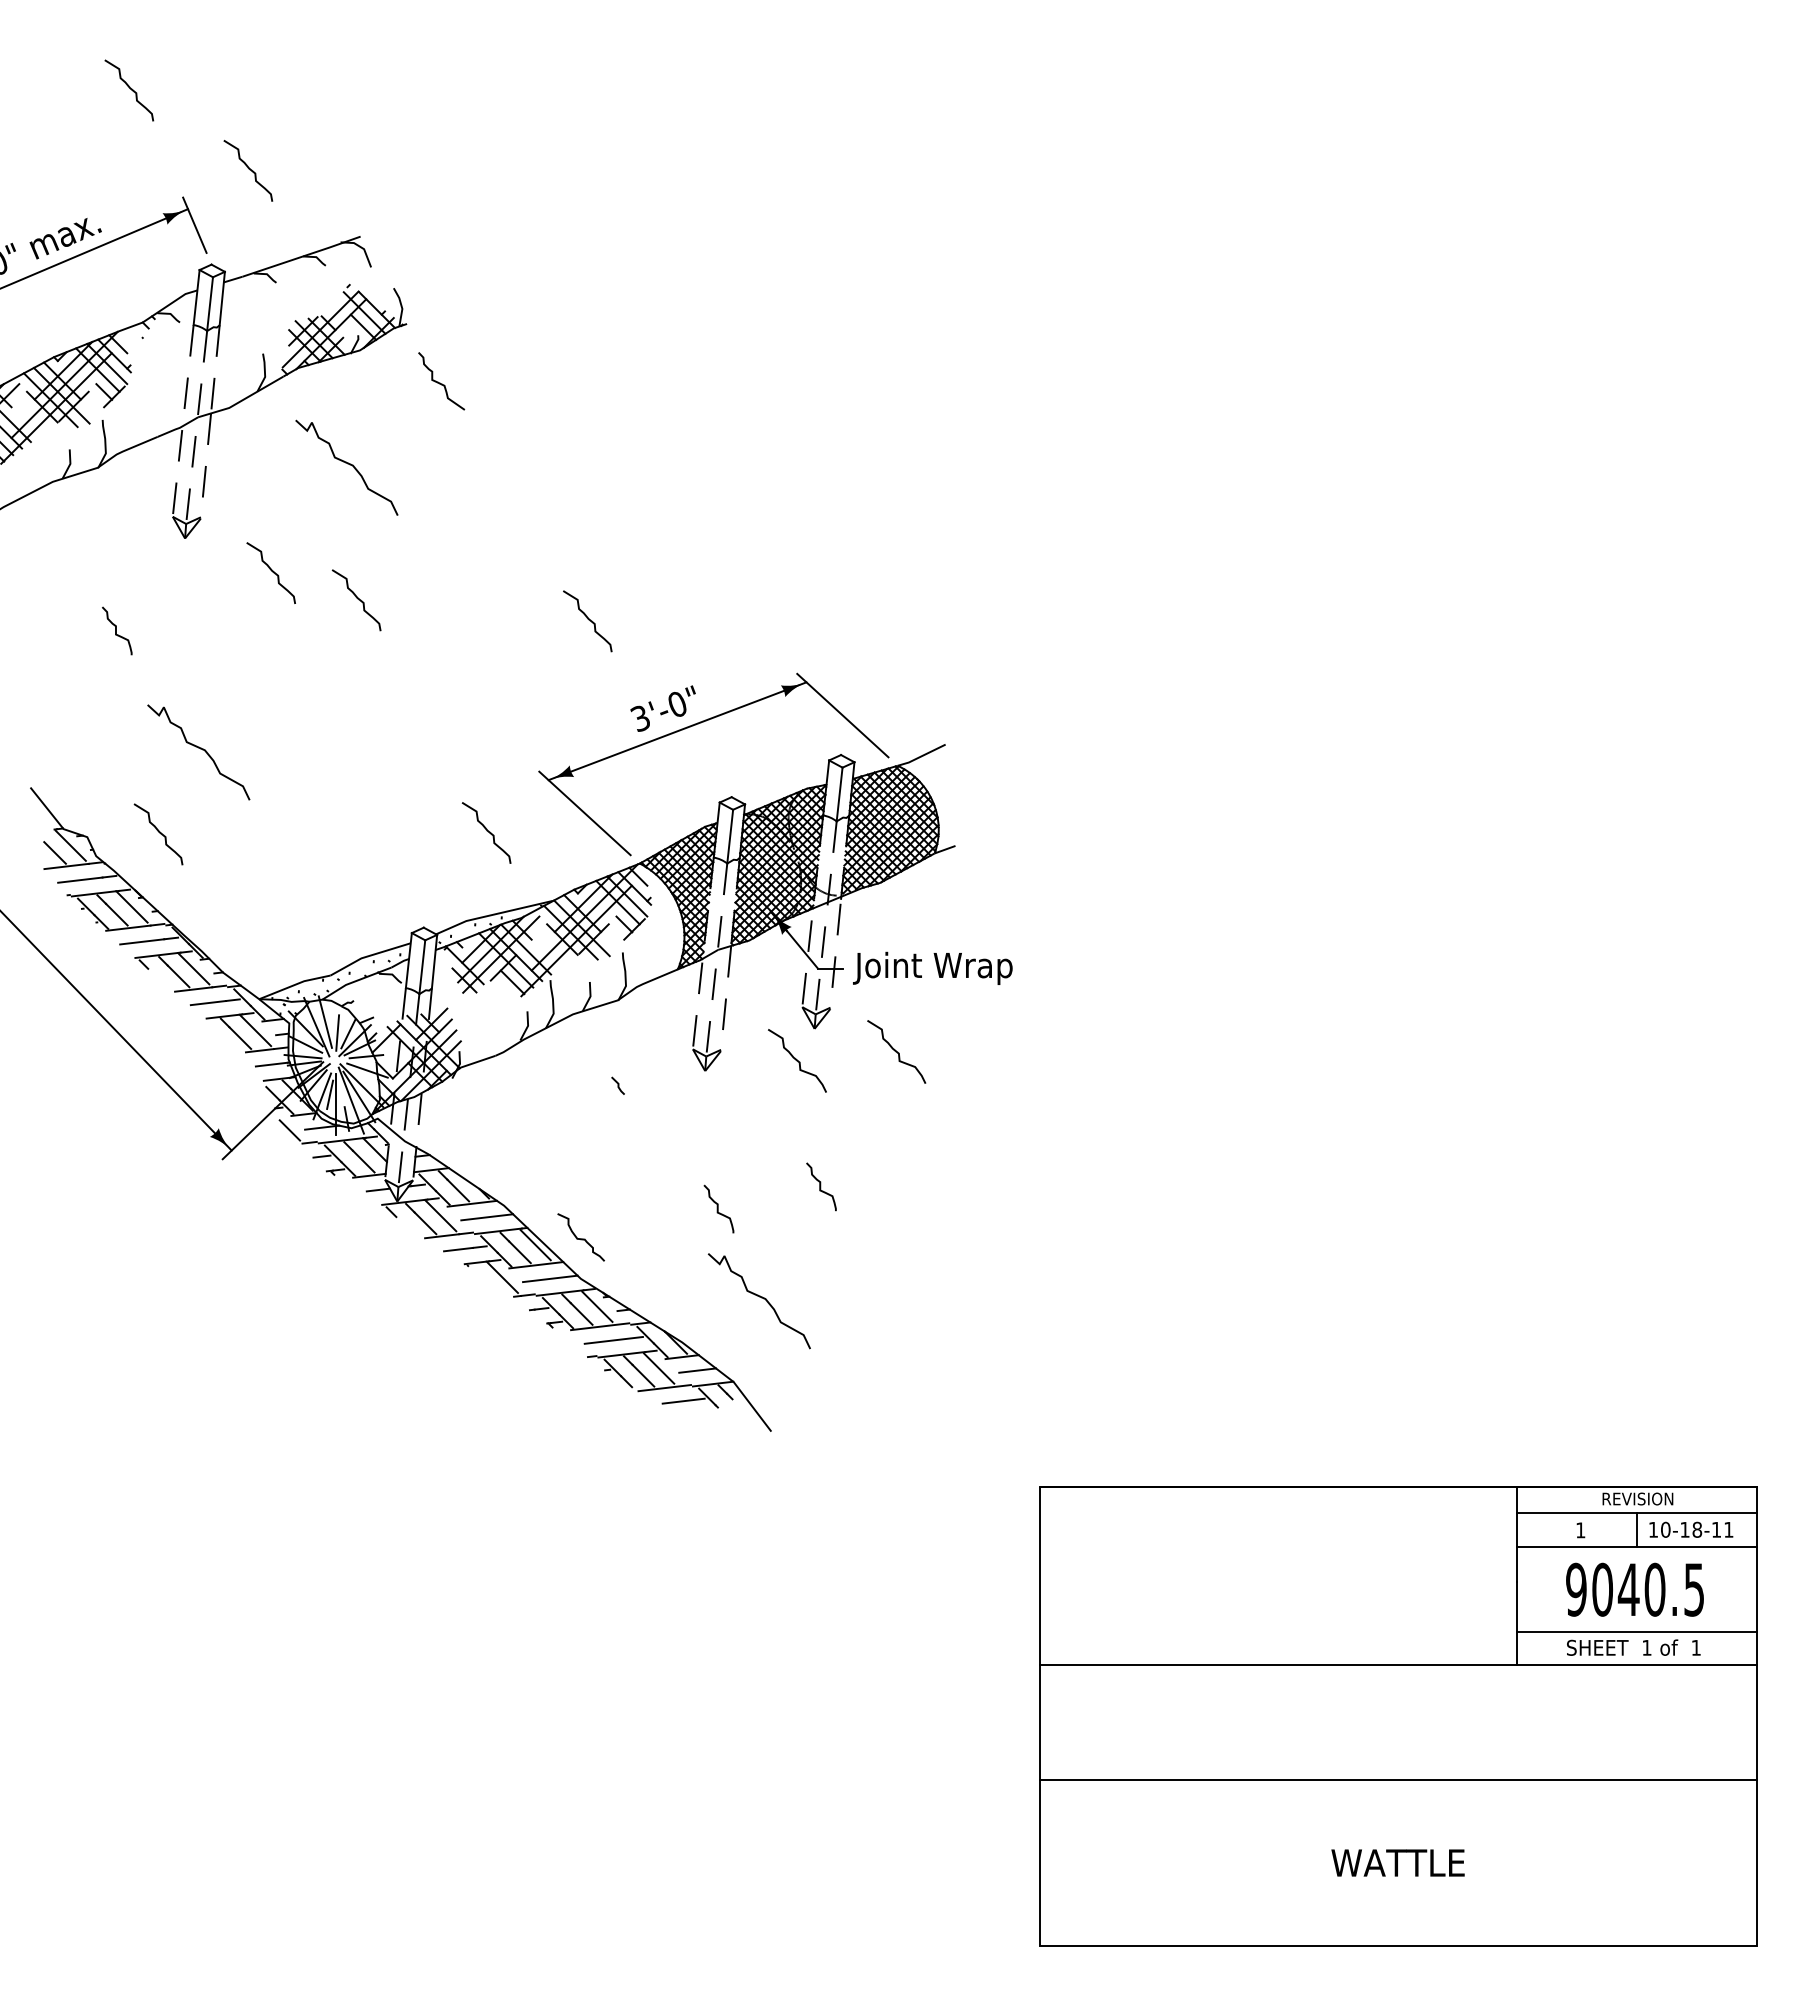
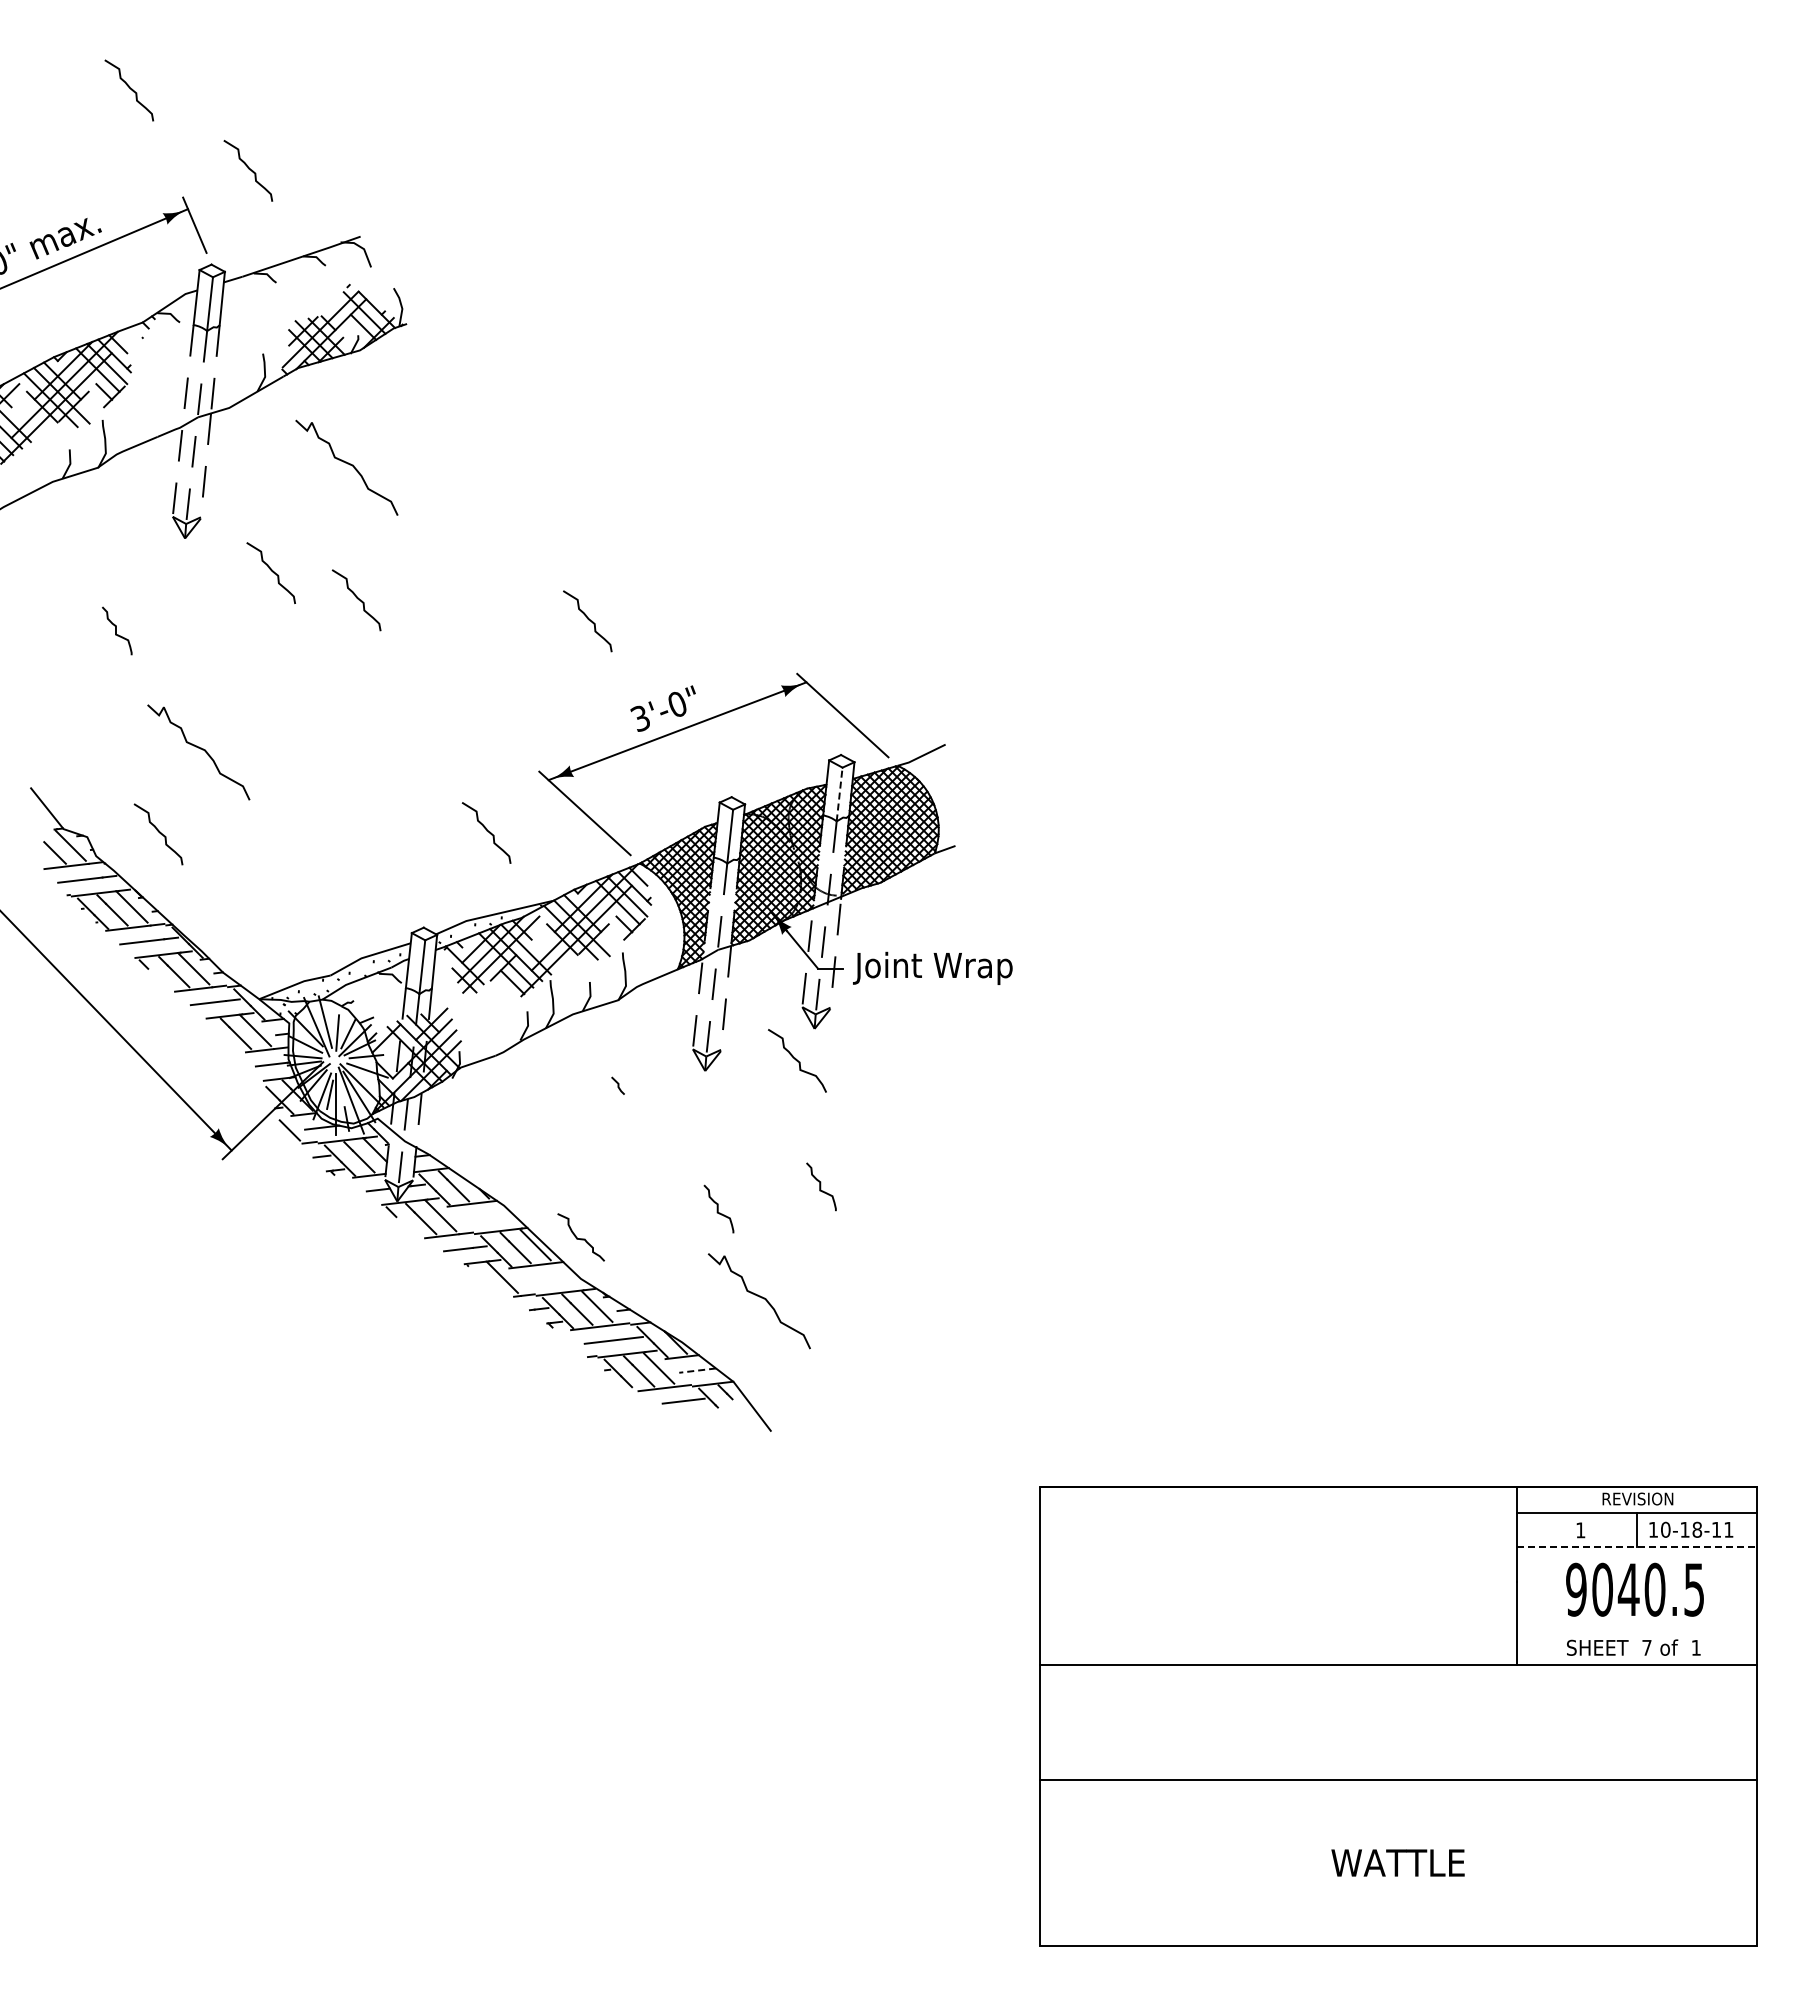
curve at (440, 382): present -> none
line at (839, 794): solid -> dashed
curve at (896, 1051): present -> none
line at (487, 1217): present -> none
line at (550, 1278): present -> none
line at (697, 1370): solid -> dashed
line at (1637, 1547): solid -> dashed
line at (1636, 1631): present -> none
text at (1646, 1647): 1 -> 7
